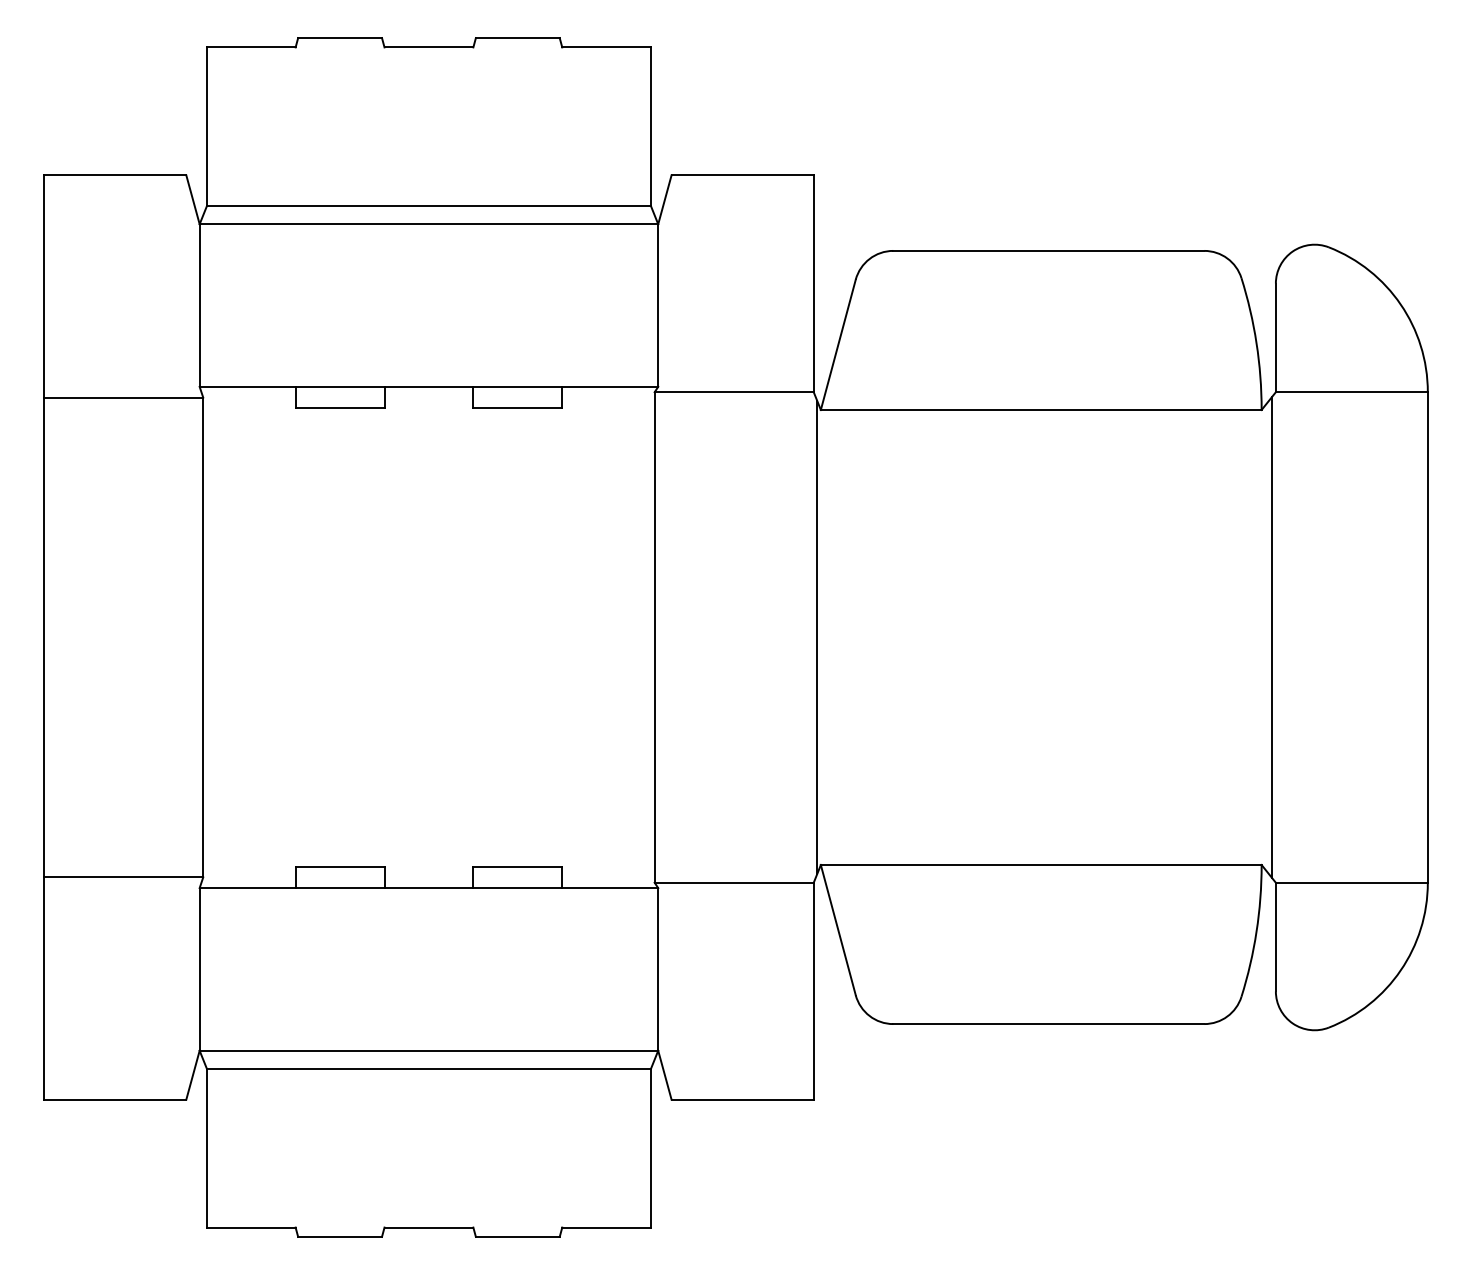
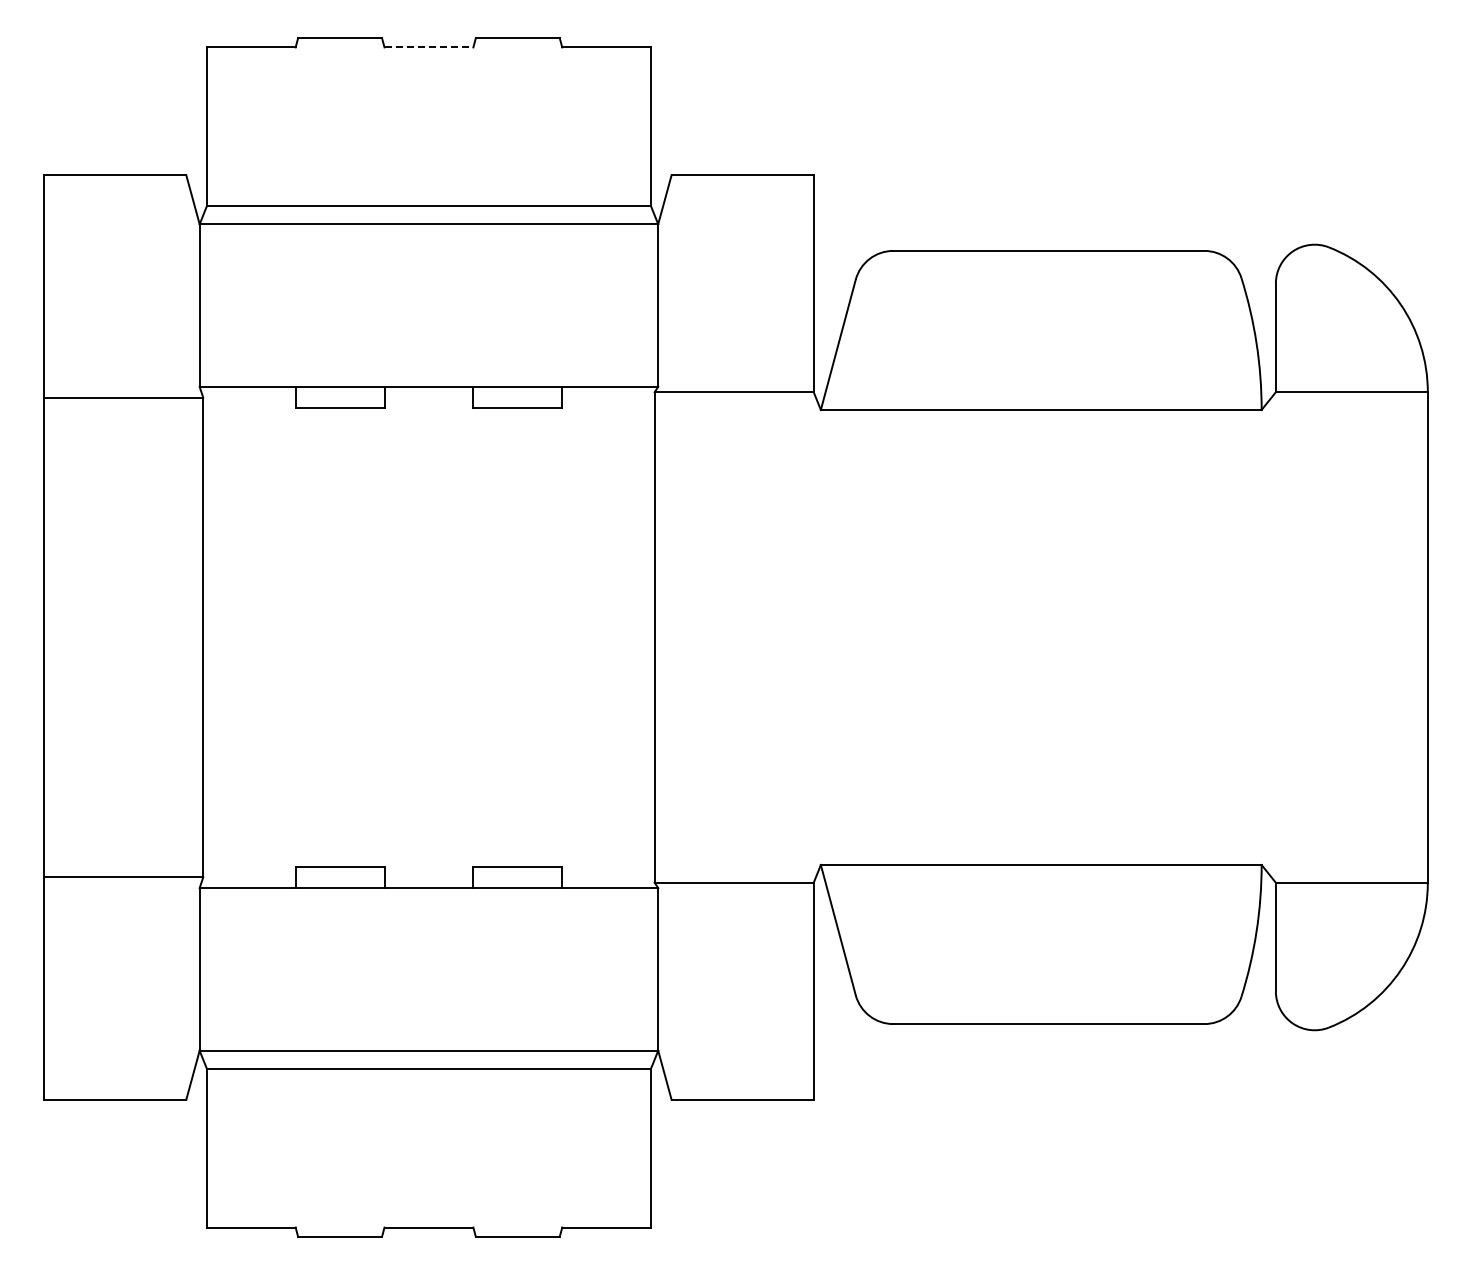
line at (429, 47): solid -> dashed
line at (817, 637): present -> none
line at (1272, 637): present -> none
